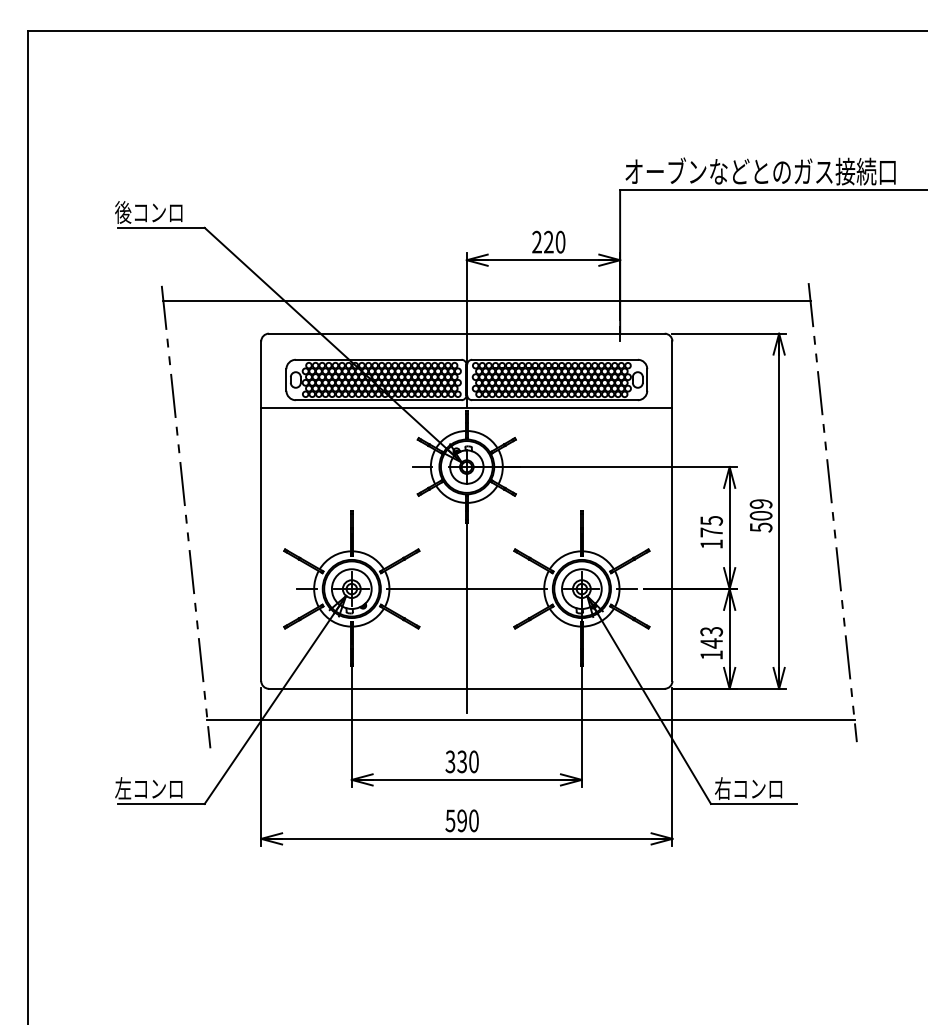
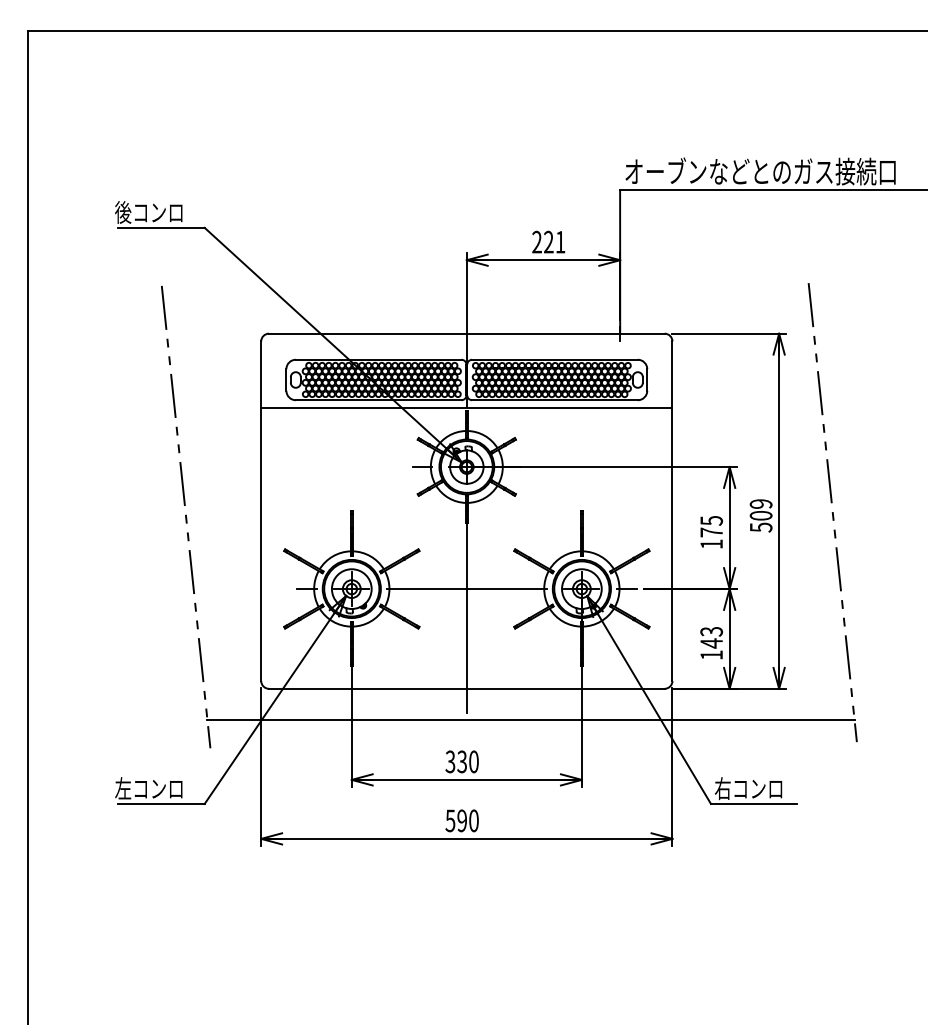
text at (560, 241): 220 -> 221
line at (486, 301): present -> none
